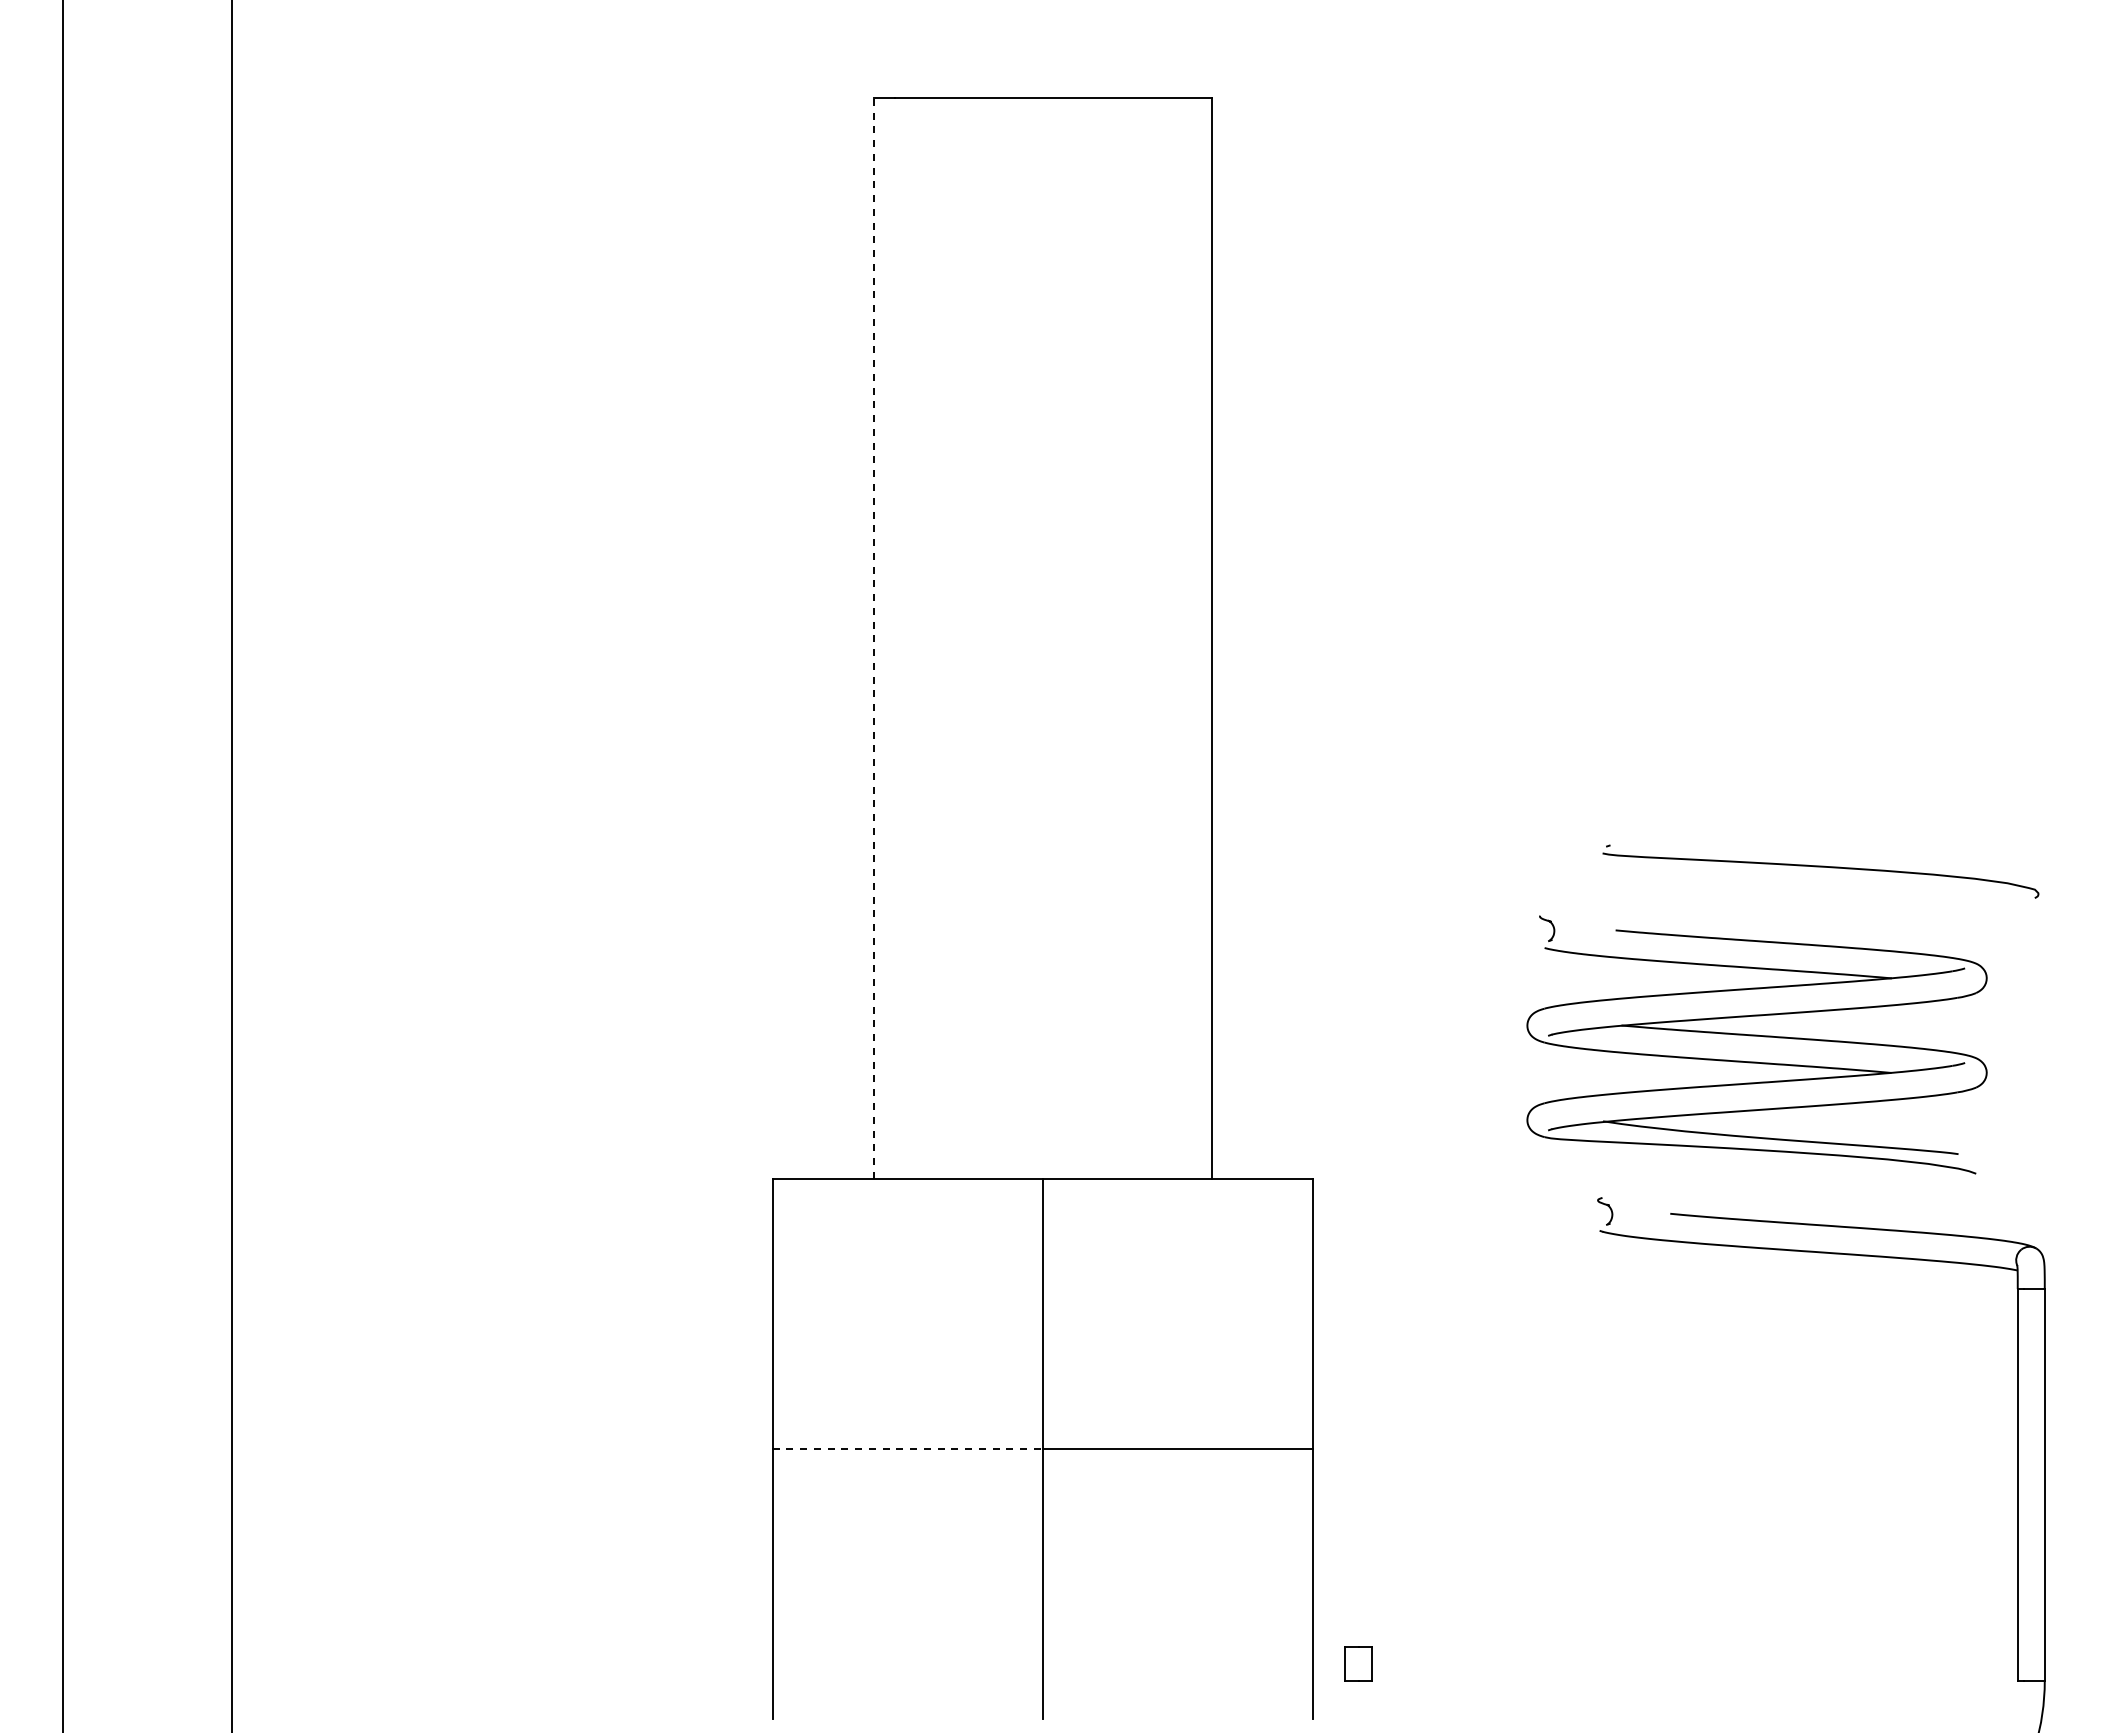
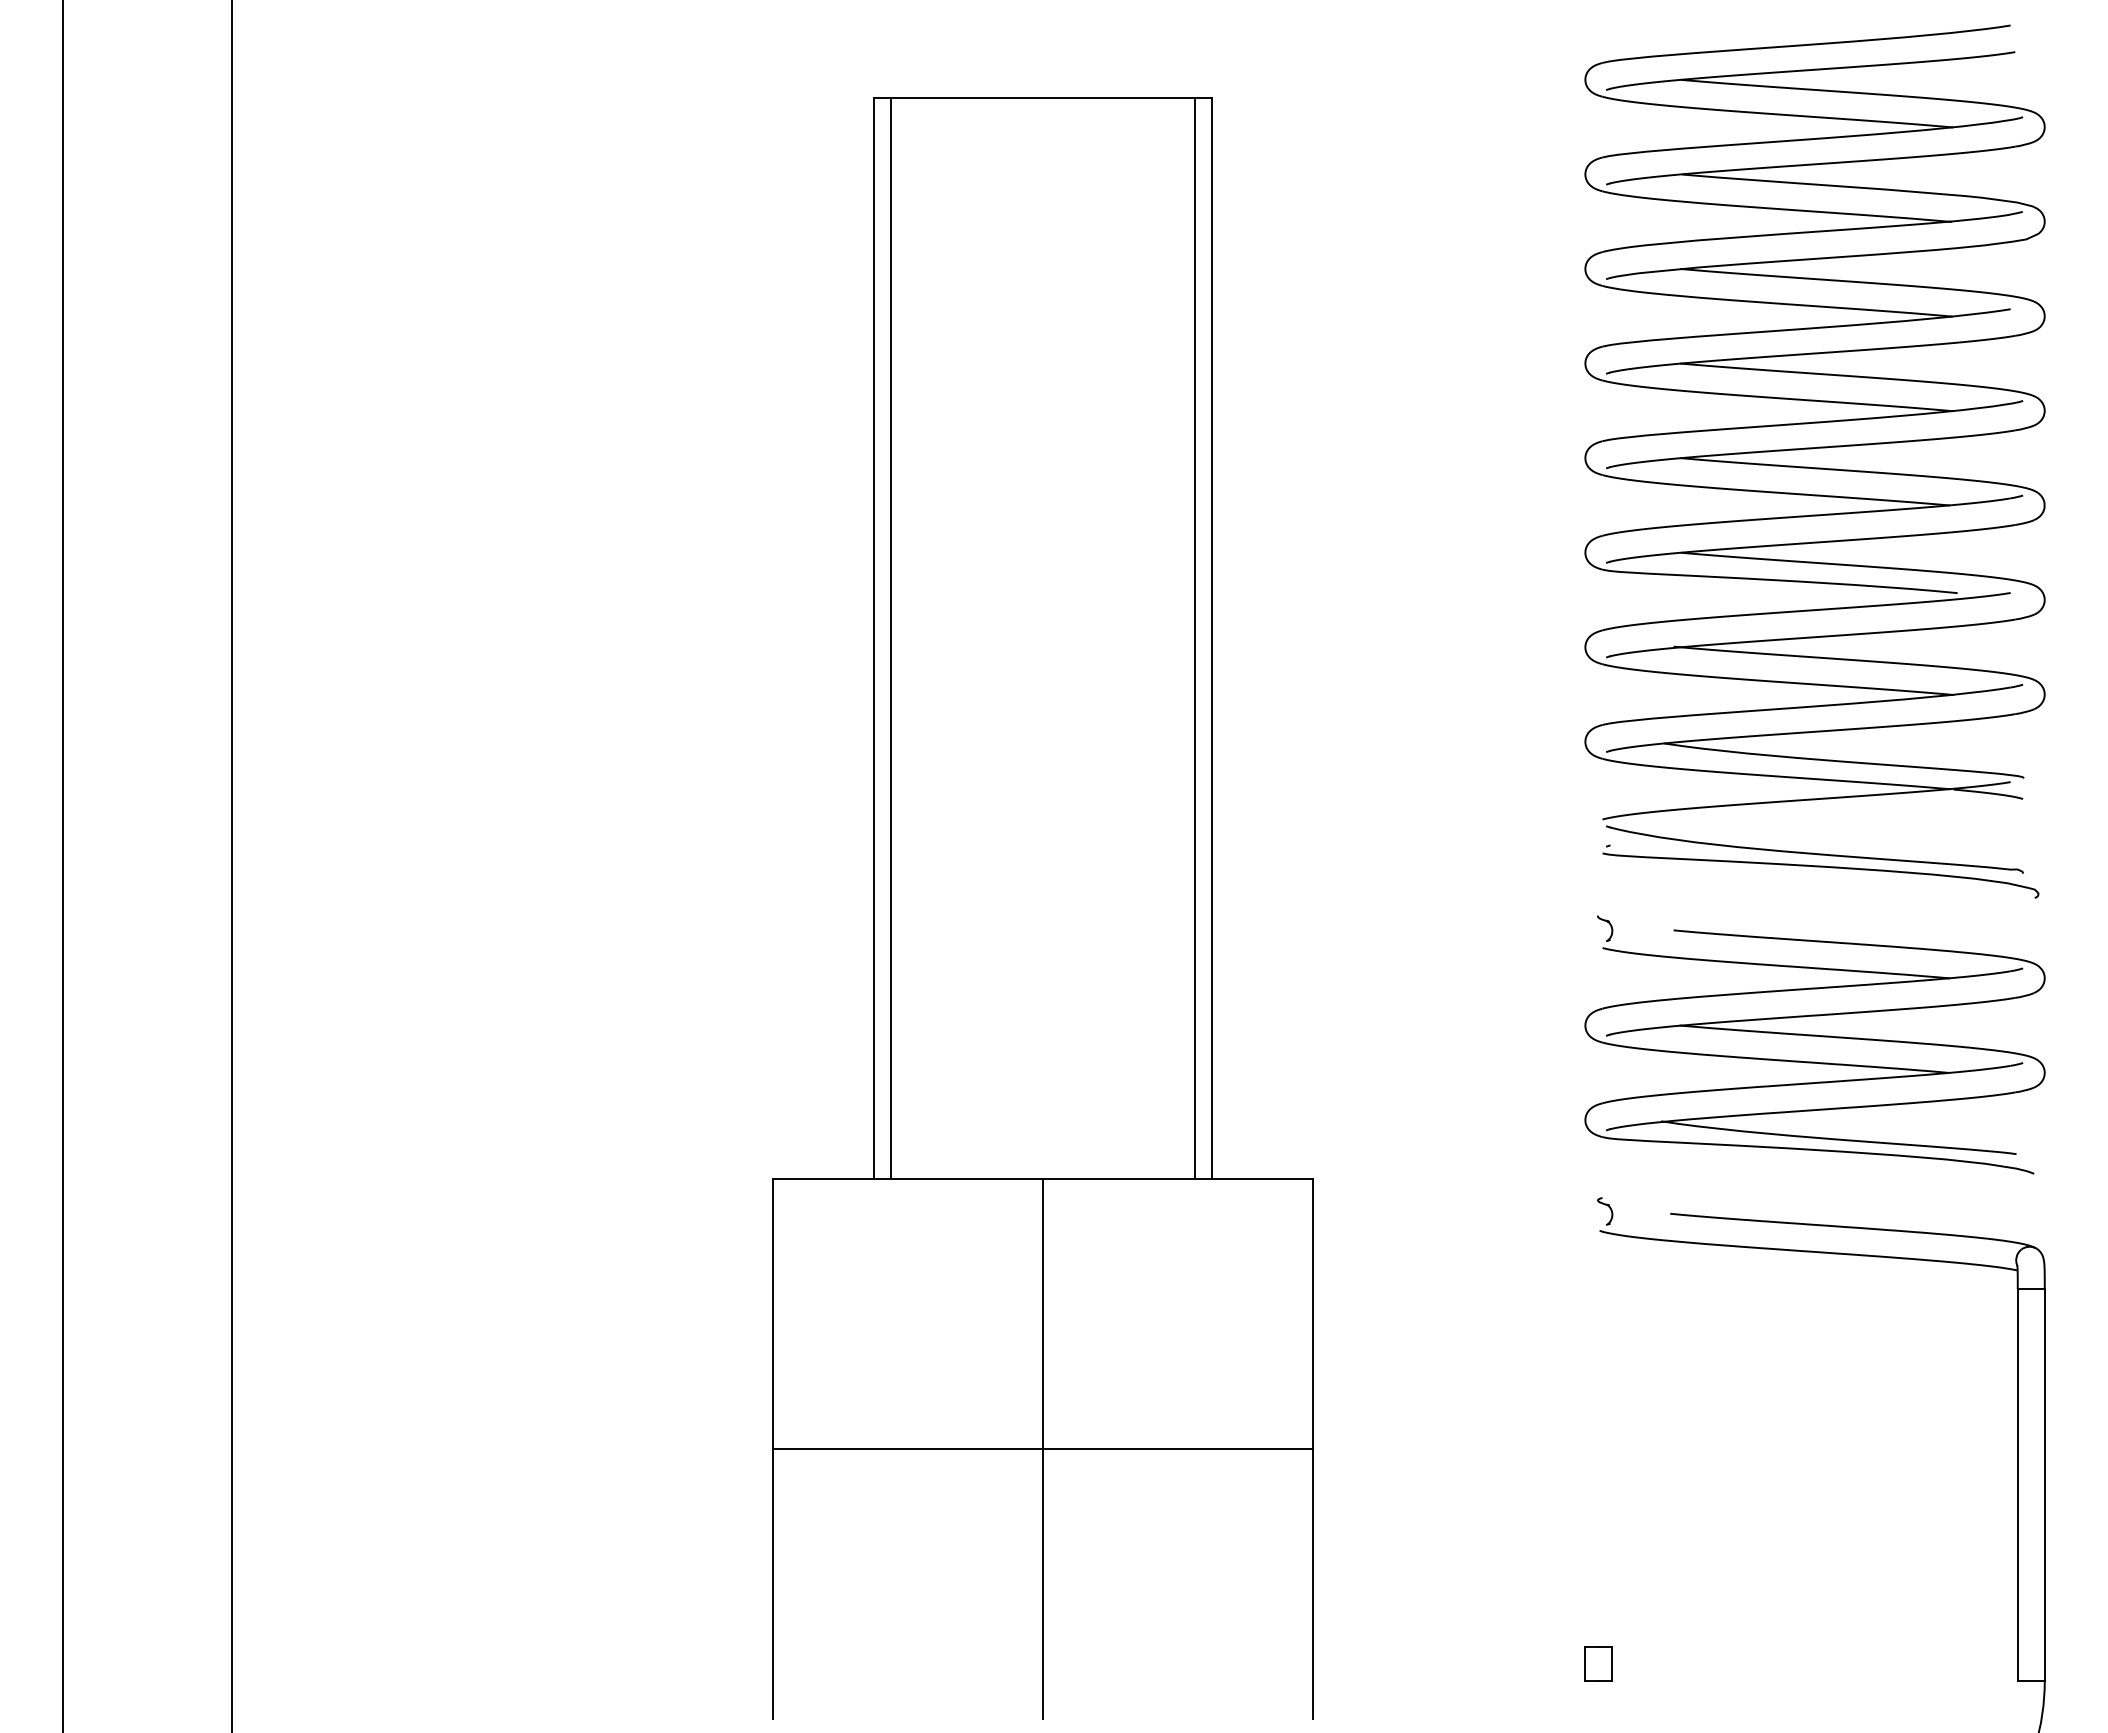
part at (1814, 448): none -> present
line at (873, 637): dashed -> solid
line at (890, 637): none -> present
line at (1194, 637): none -> present
part at (1756, 1036) position: (1756, 1036) -> (1814, 1036)
line at (908, 1449): dashed -> solid
part at (1358, 1663) position: (1358, 1663) -> (1598, 1663)
